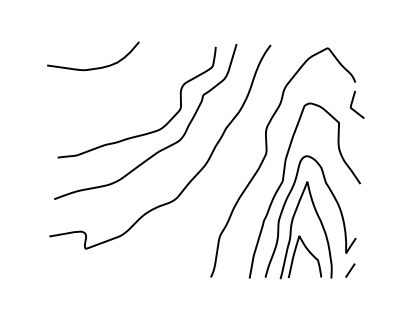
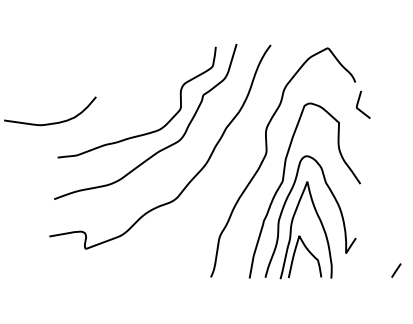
curve at (95, 67) position: (95, 67) -> (52, 122)
curve at (352, 104) position: (352, 104) -> (358, 104)
line at (350, 270) position: (350, 270) -> (396, 270)
